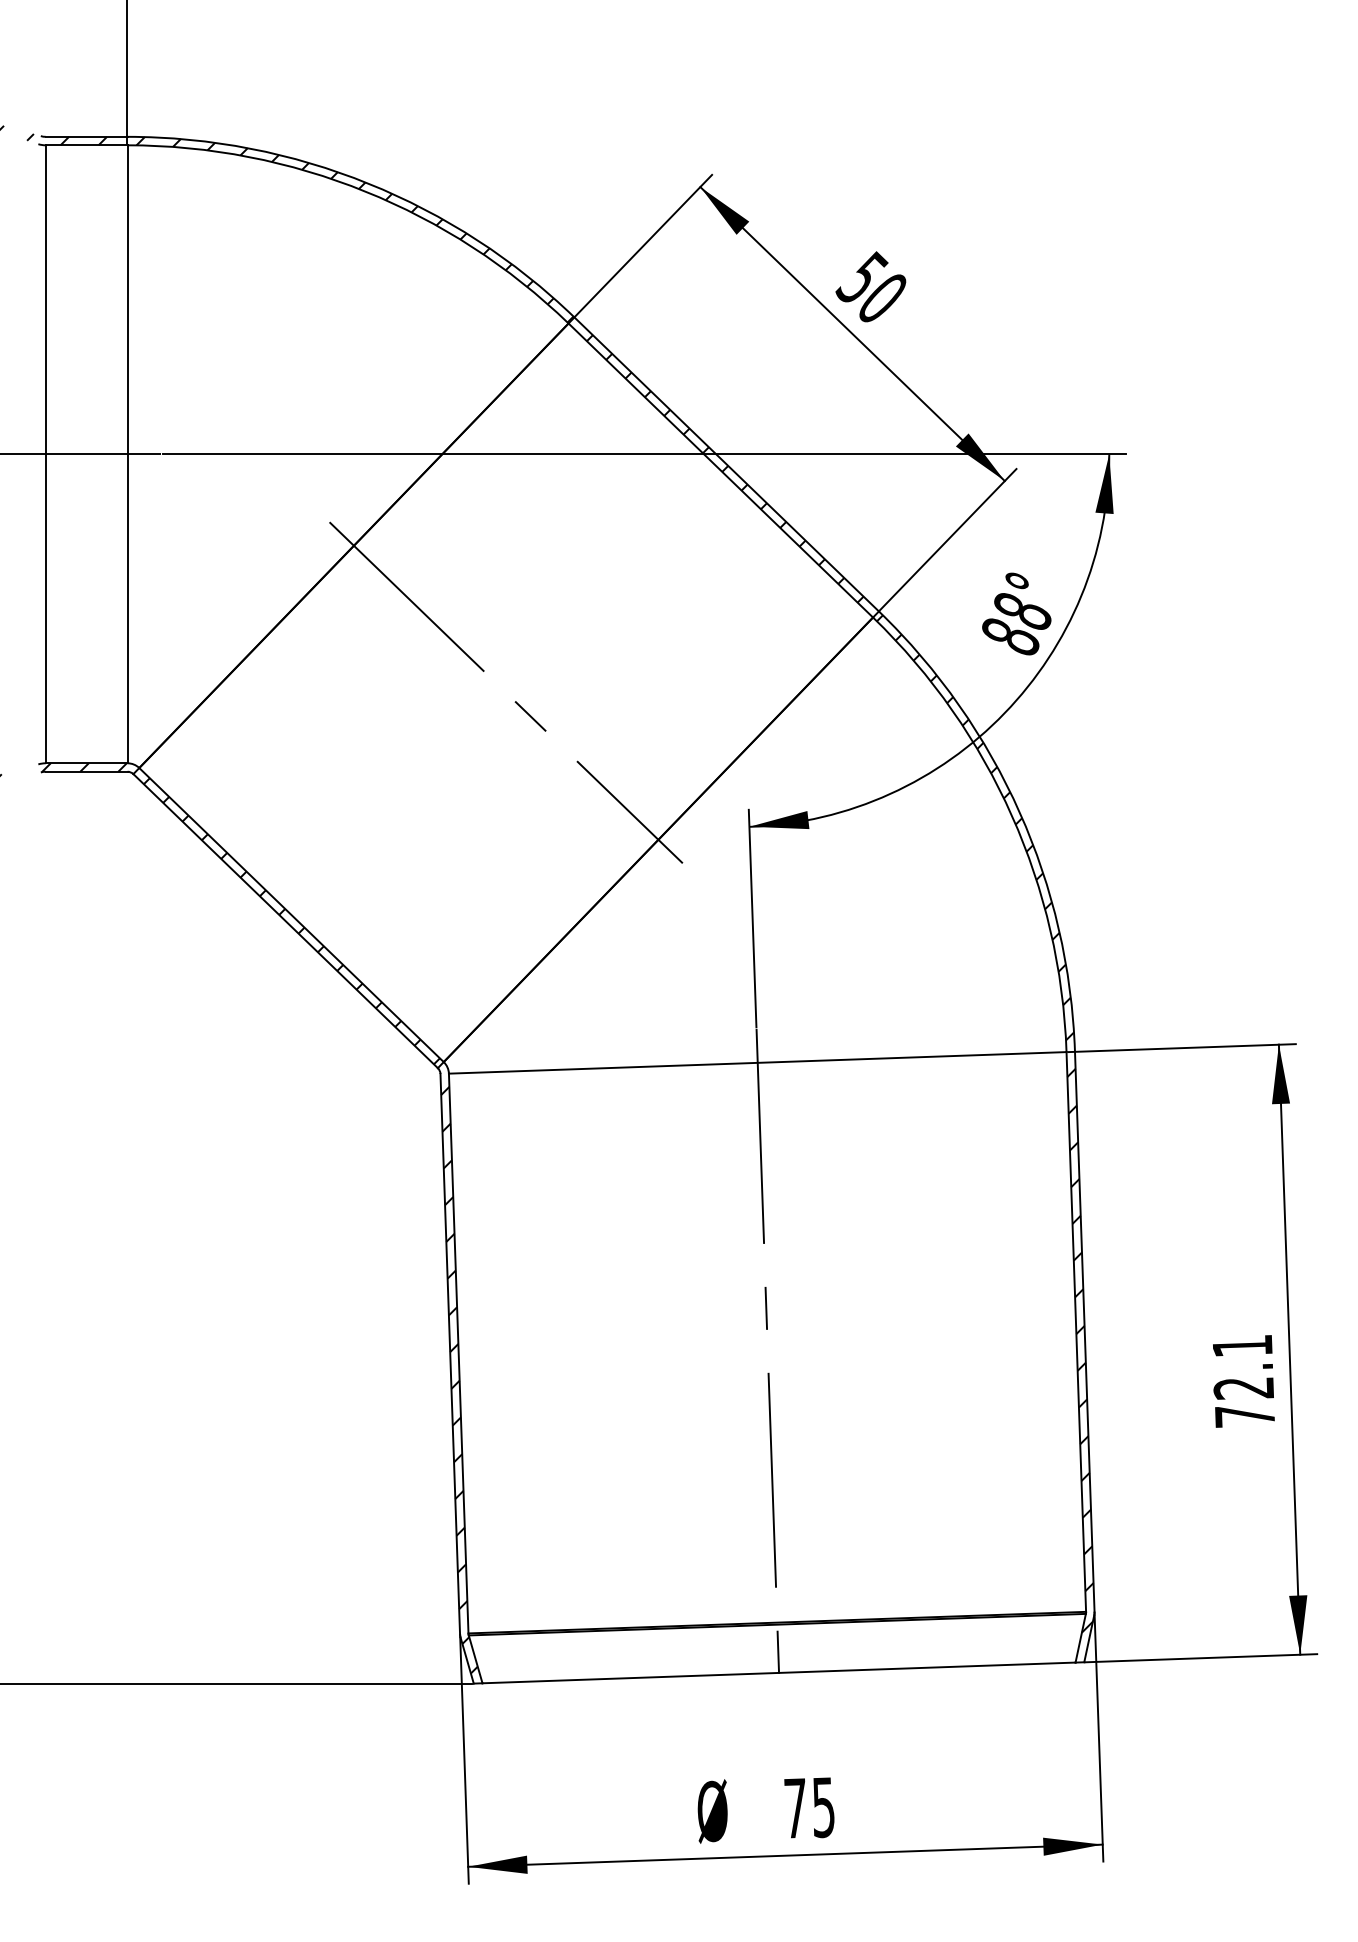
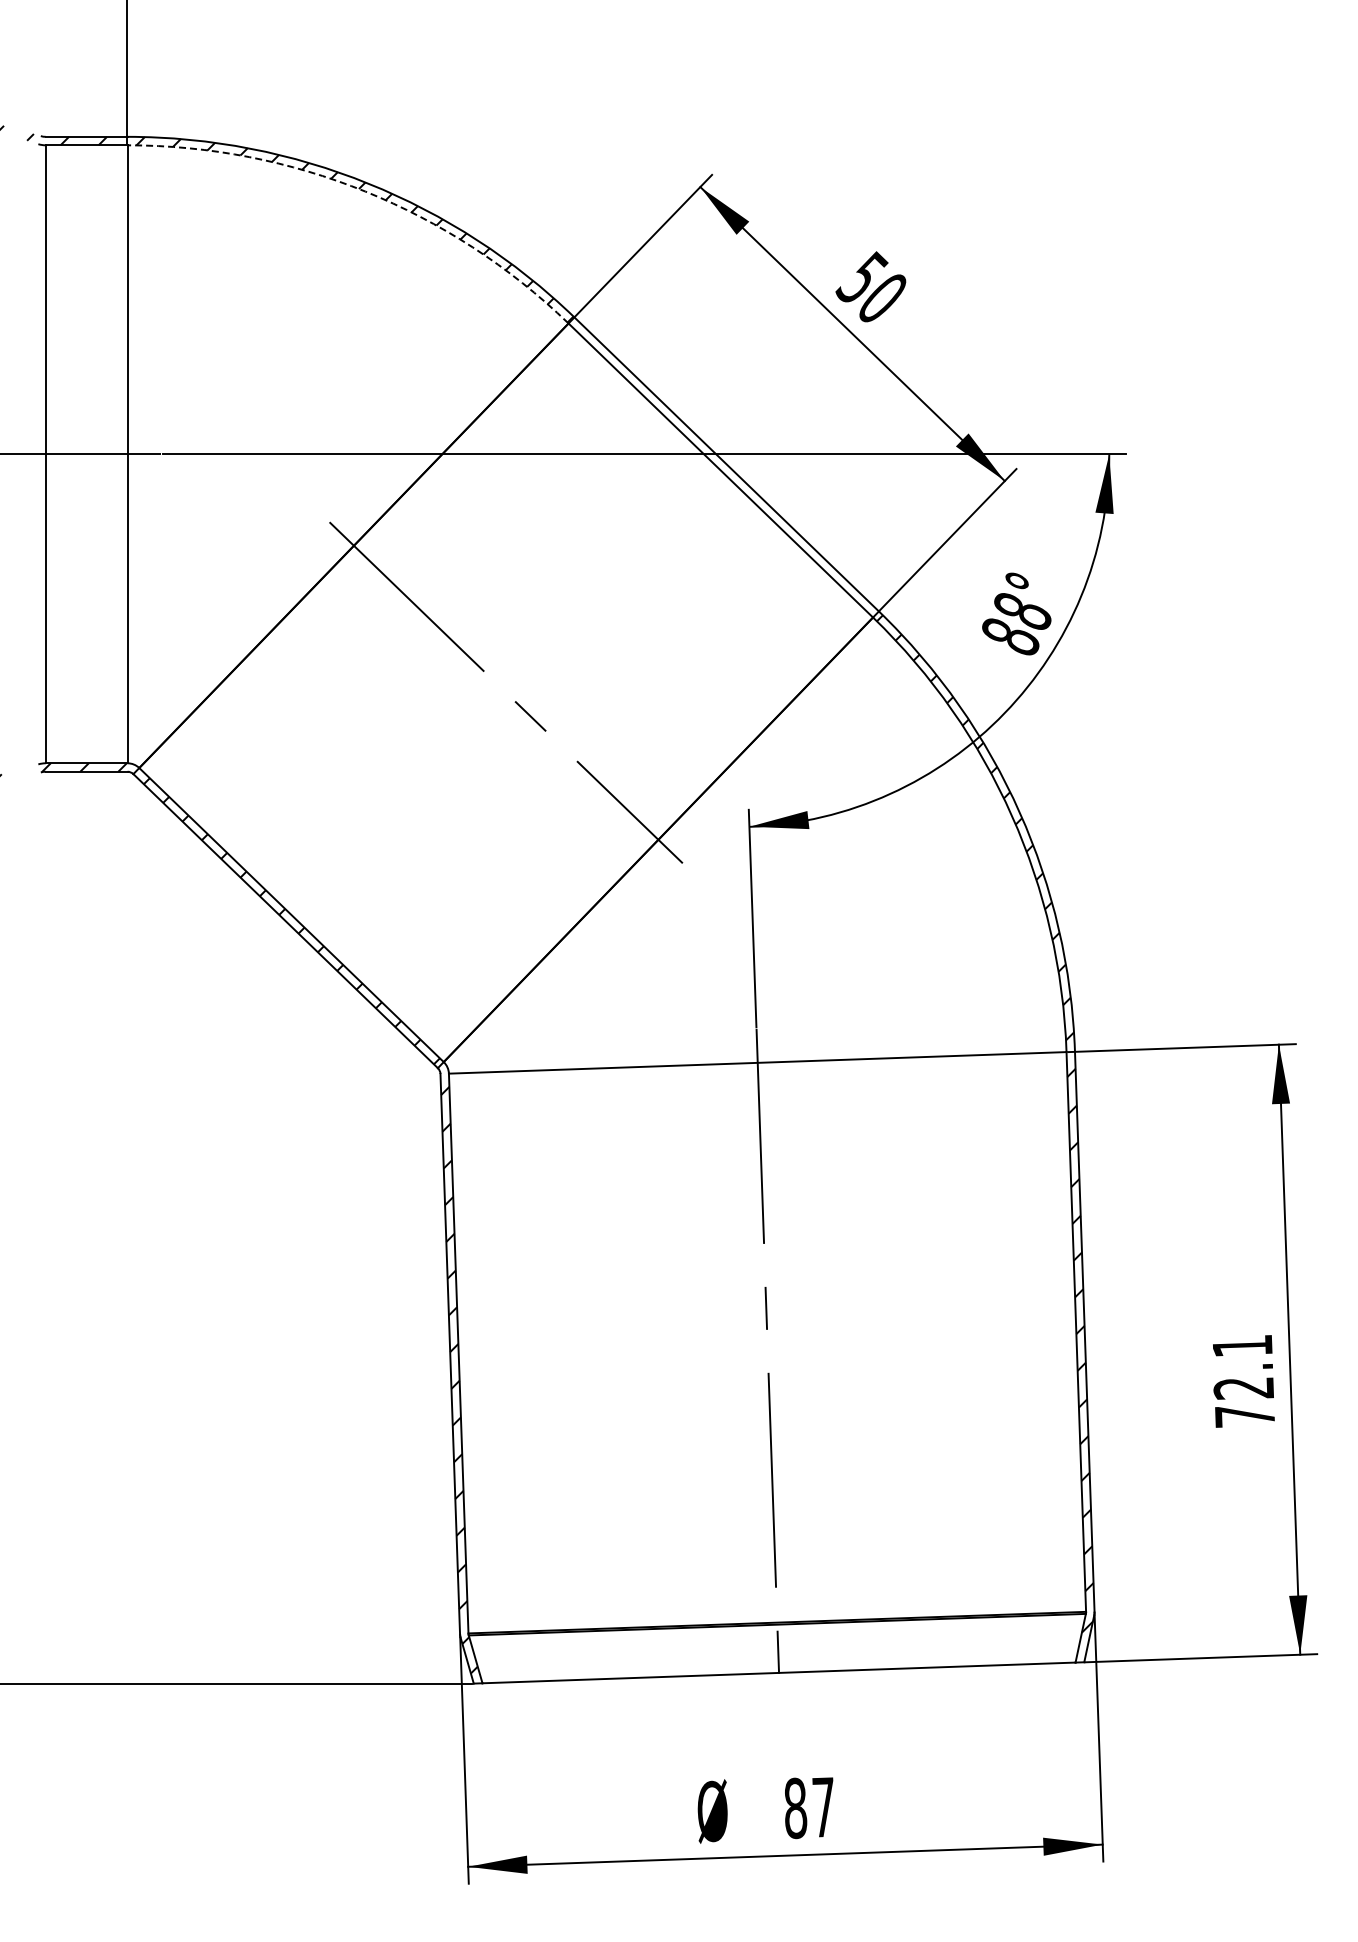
arc at (365, 191): solid -> dashed
hatch at (724, 468): present -> none
text at (809, 1808): 75 -> 87
